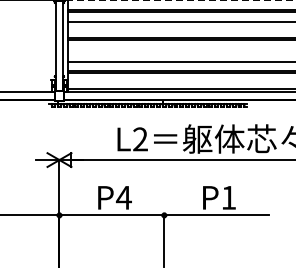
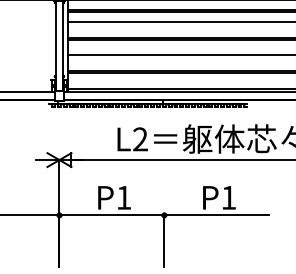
line at (179, 0): dashed -> solid
line at (179, 61) position: (179, 61) -> (179, 54)
text at (123, 197): P4 -> P1
